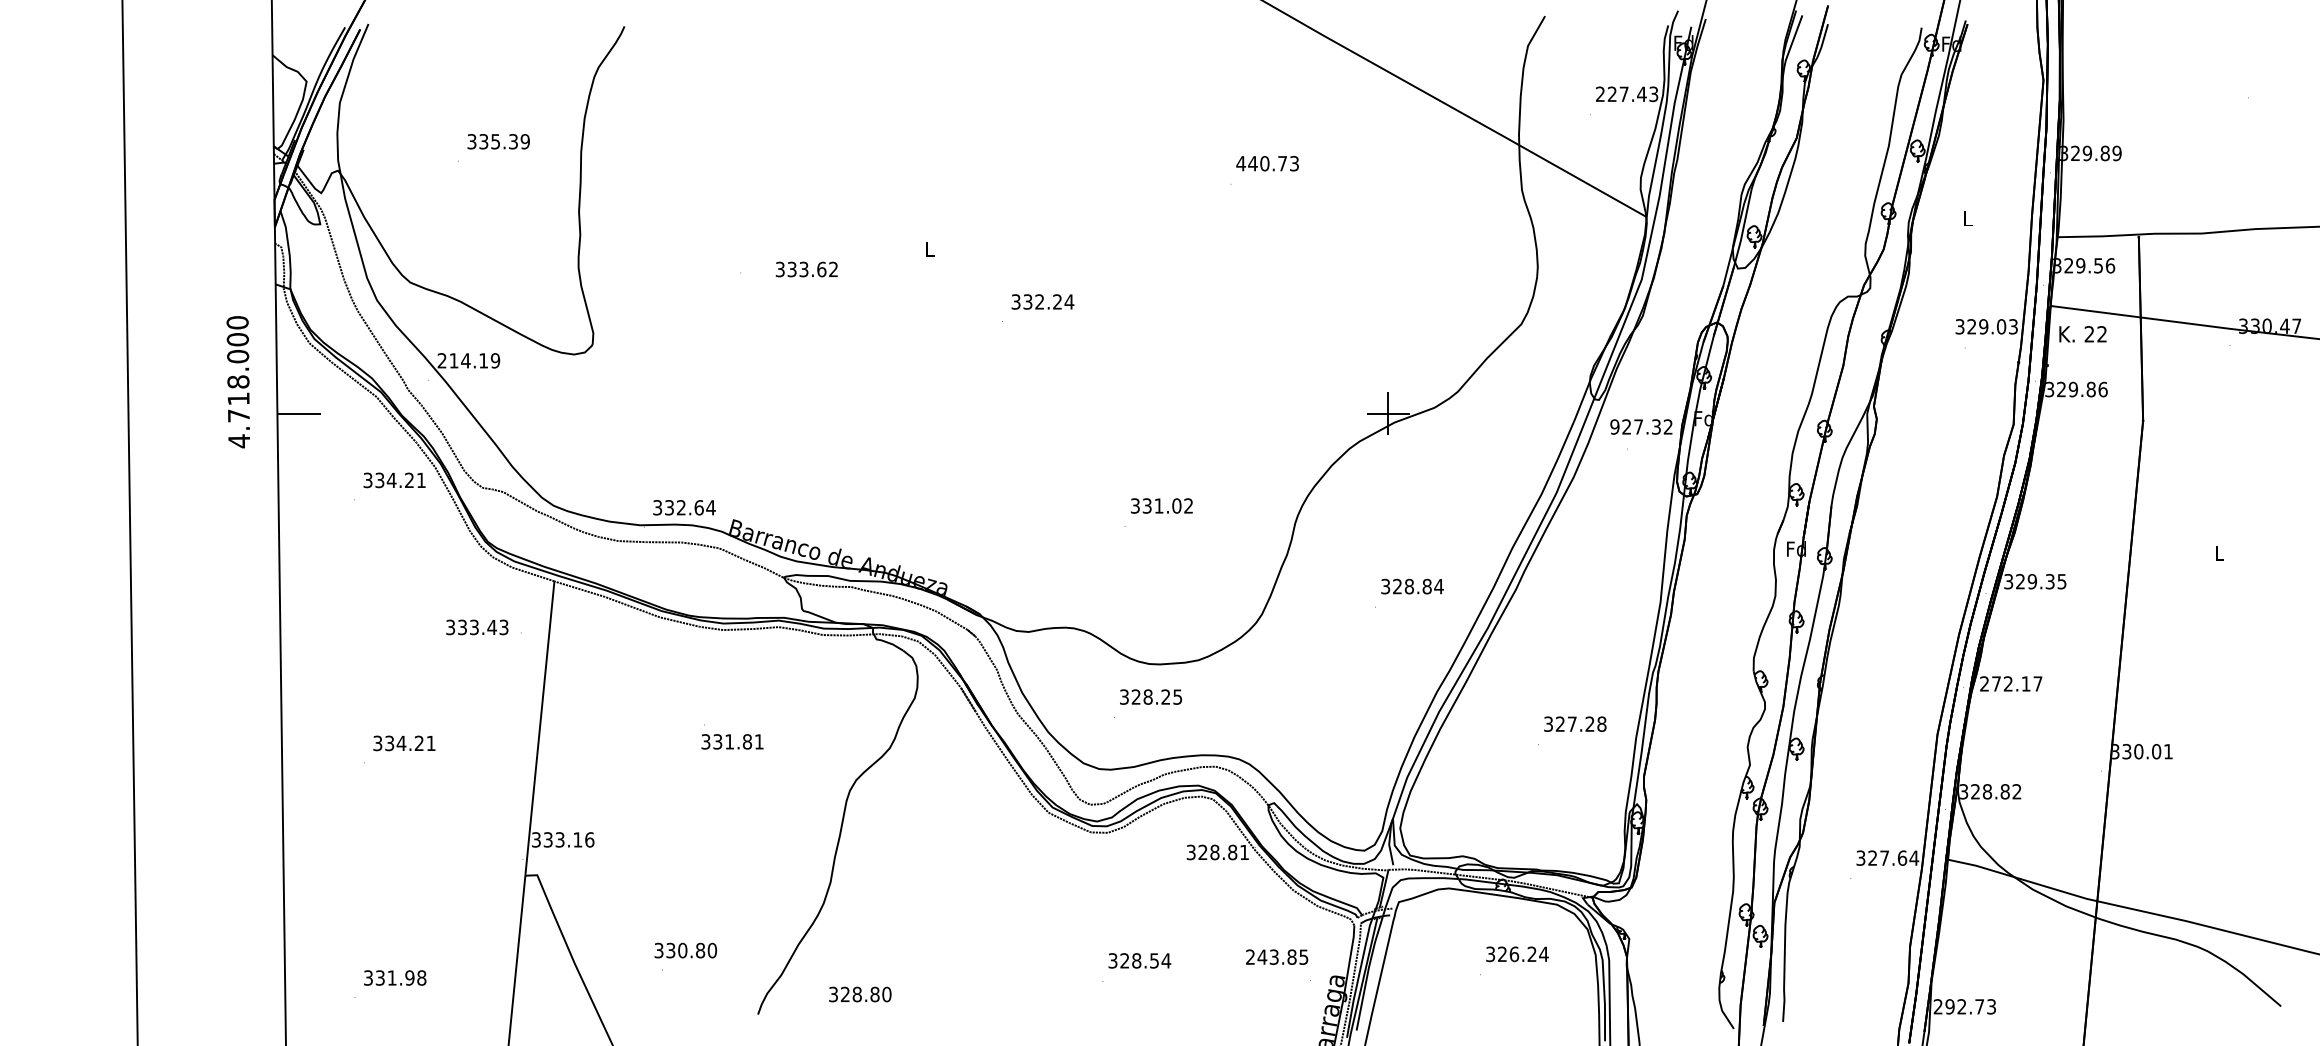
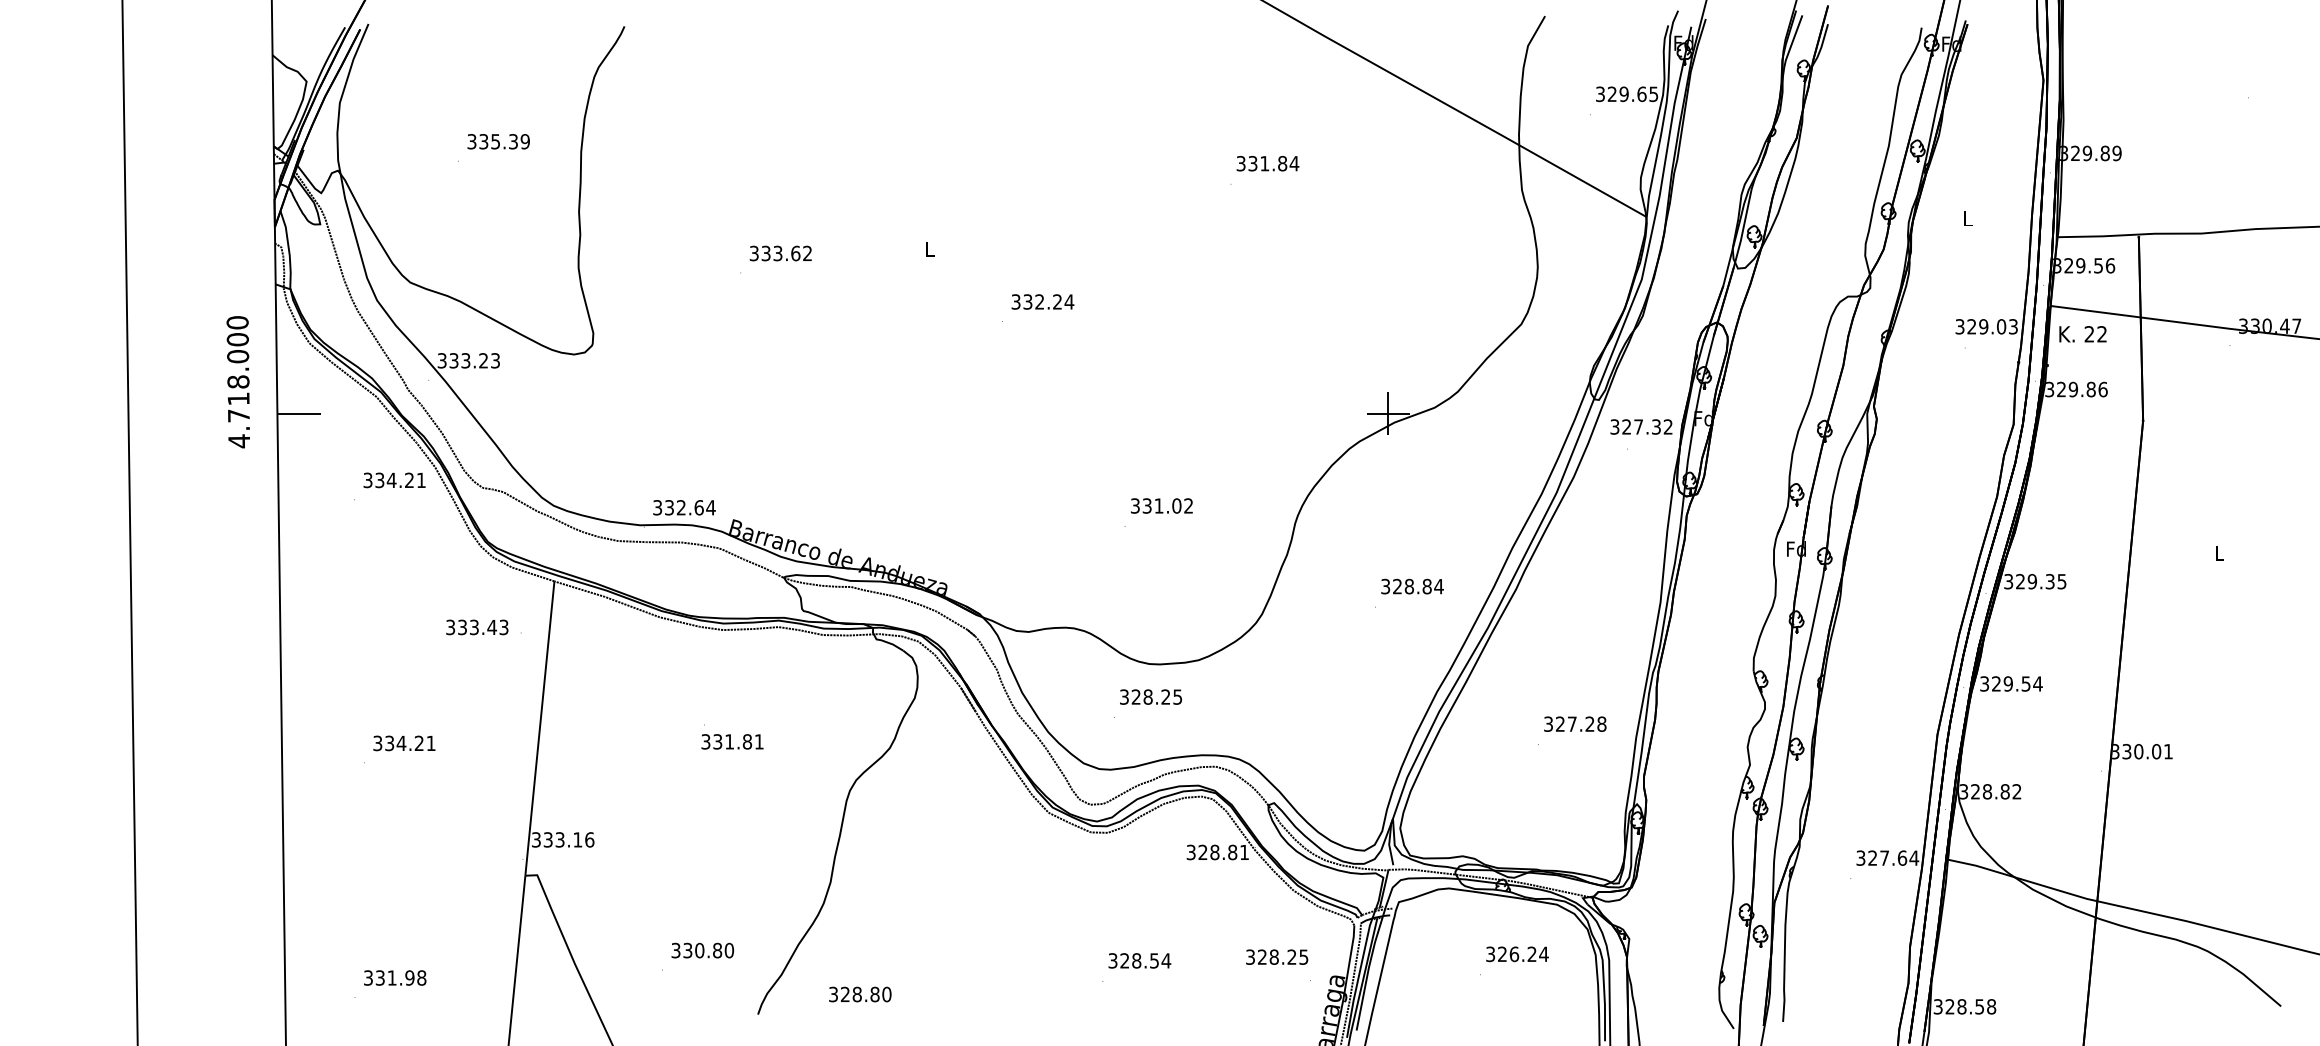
text at (1627, 94): 227.43 -> 329.65
text at (1267, 163): 440.73 -> 331.84
text at (806, 269) position: (806, 269) -> (780, 253)
text at (468, 360): 214.19 -> 333.23
text at (1614, 426): 927.32 -> 327.32
text at (2011, 683): 272.17 -> 329.54
text at (685, 950) position: (685, 950) -> (702, 950)
text at (1271, 956): 243.85 -> 328.25
text at (1964, 1006): 292.73 -> 328.58
